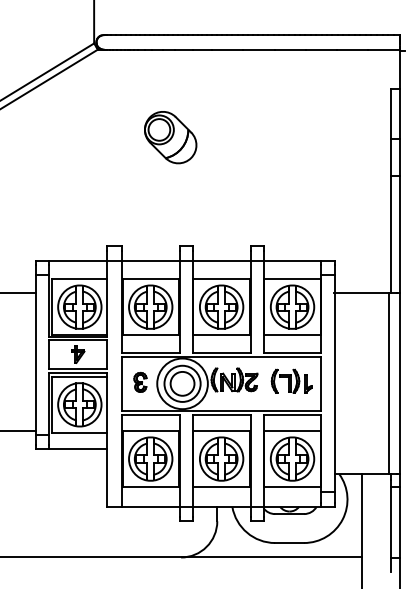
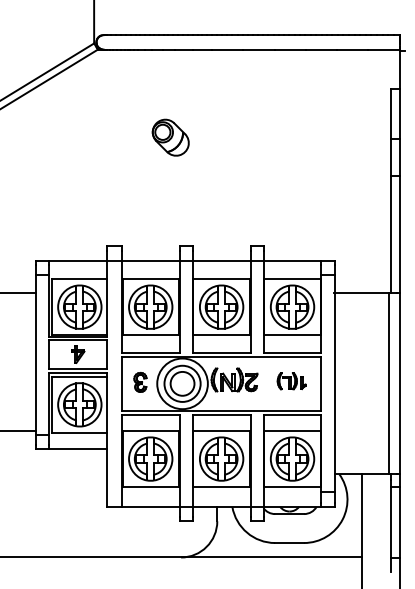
part at (170, 137) size: 54x54 px -> 39x39 px
part at (291, 380) size: 43x26 px -> 31x19 px
